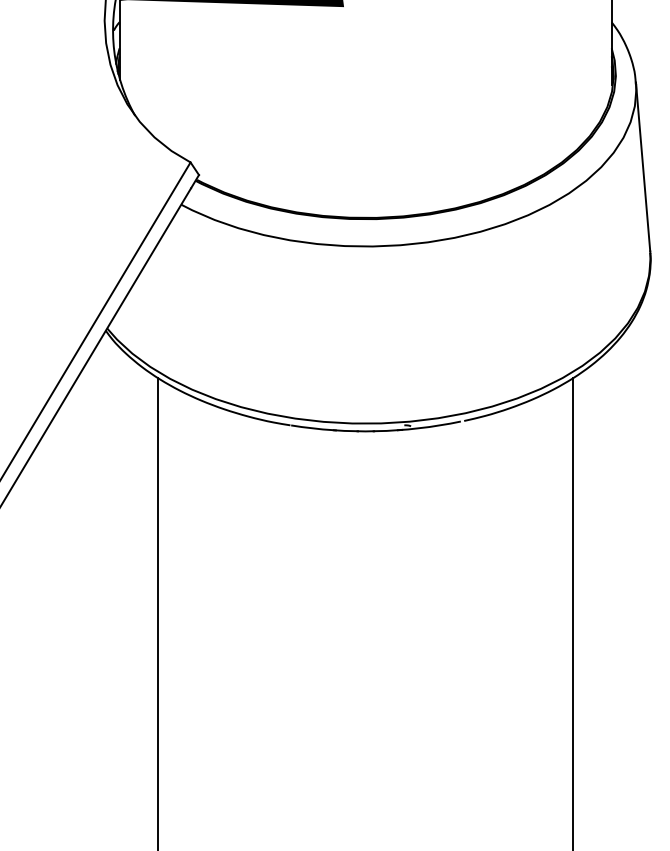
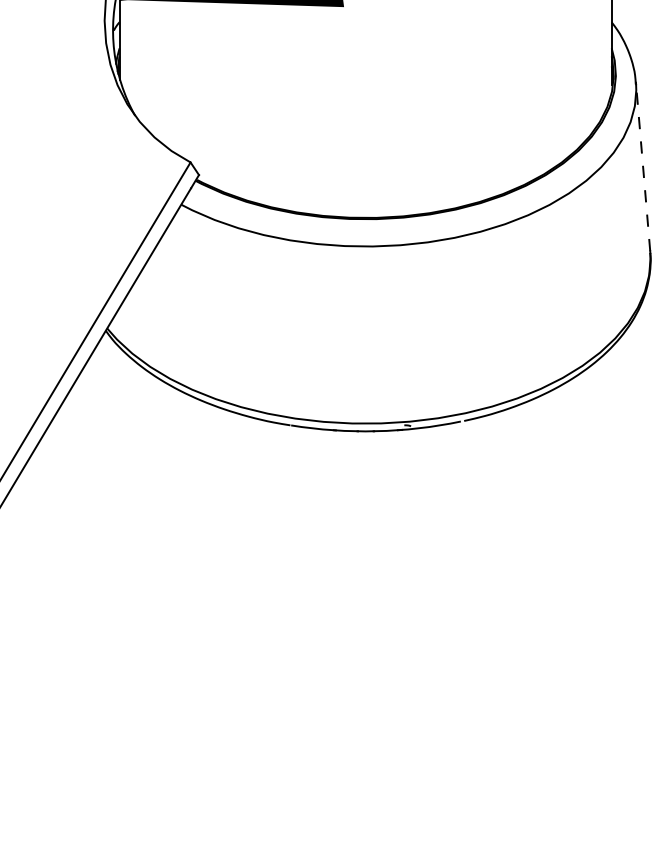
line at (643, 166): solid -> dashed
line at (158, 612): present -> none
line at (572, 612): present -> none
